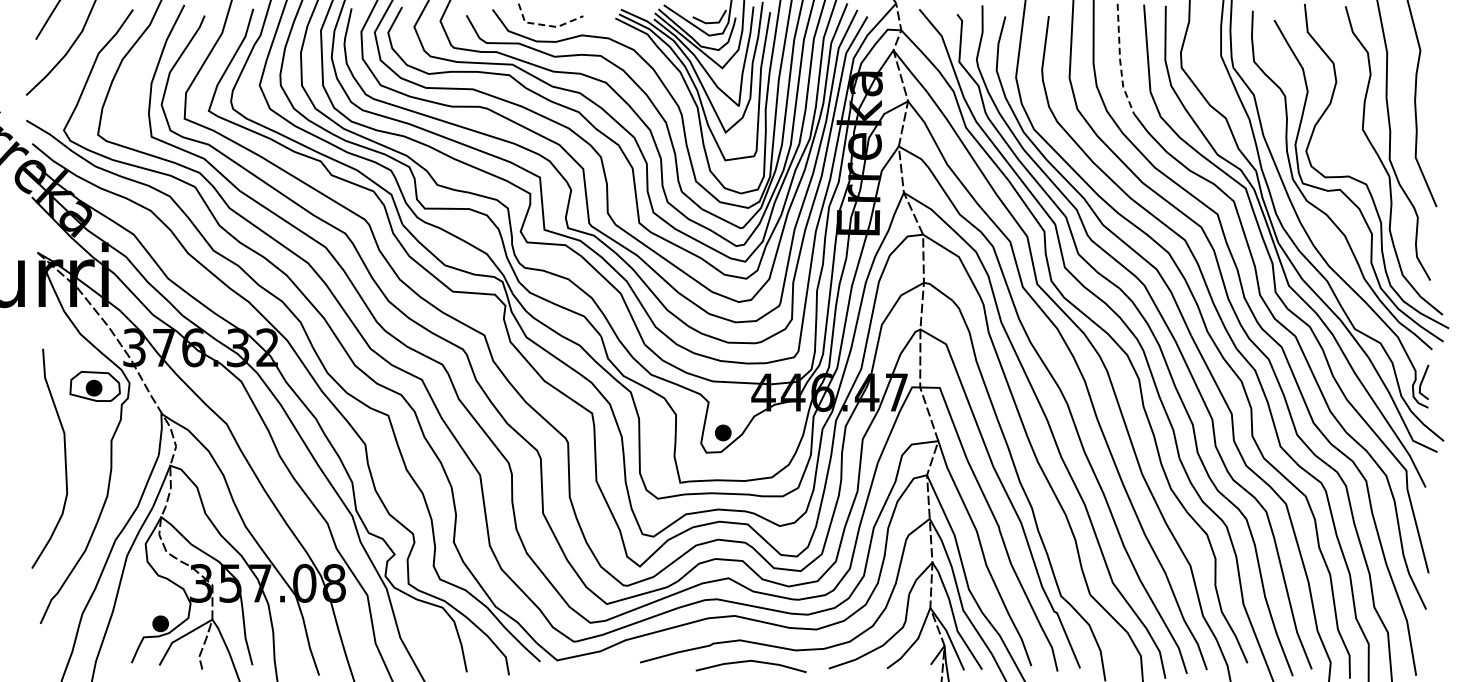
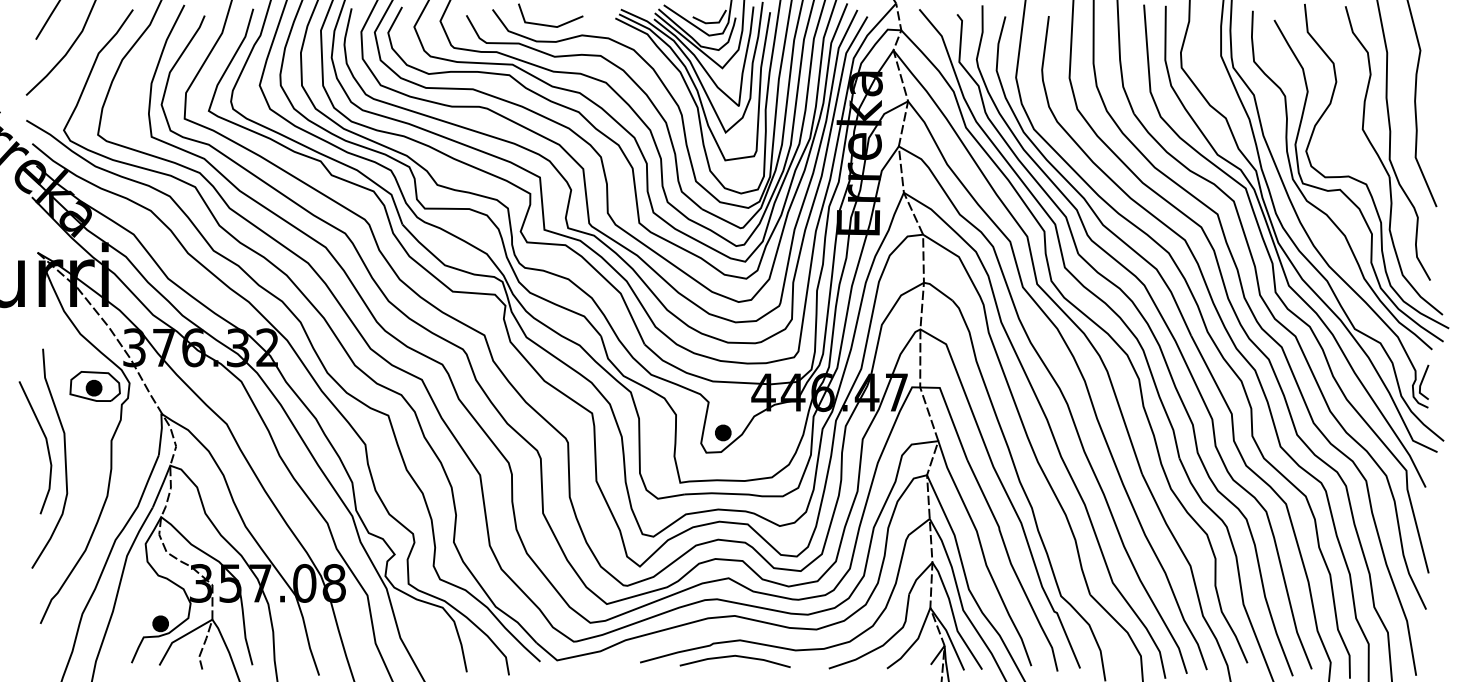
line at (545, 25): dashed -> solid
line at (1120, 60): dashed -> solid
line at (46, 446): none -> present
line at (750, 661) position: (750, 661) -> (734, 656)
